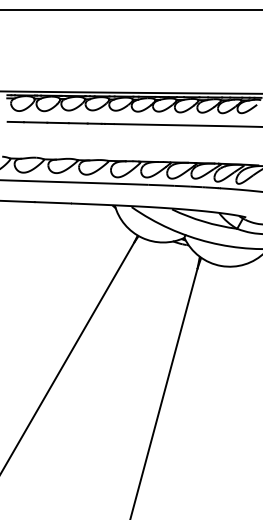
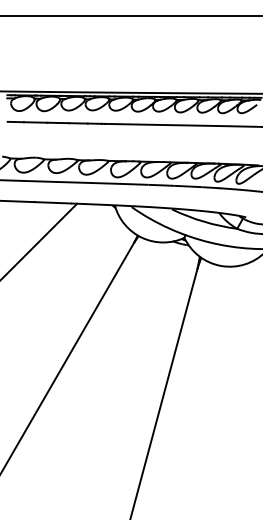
line at (130, 9) position: (130, 9) -> (130, 15)
line at (39, 240): none -> present
